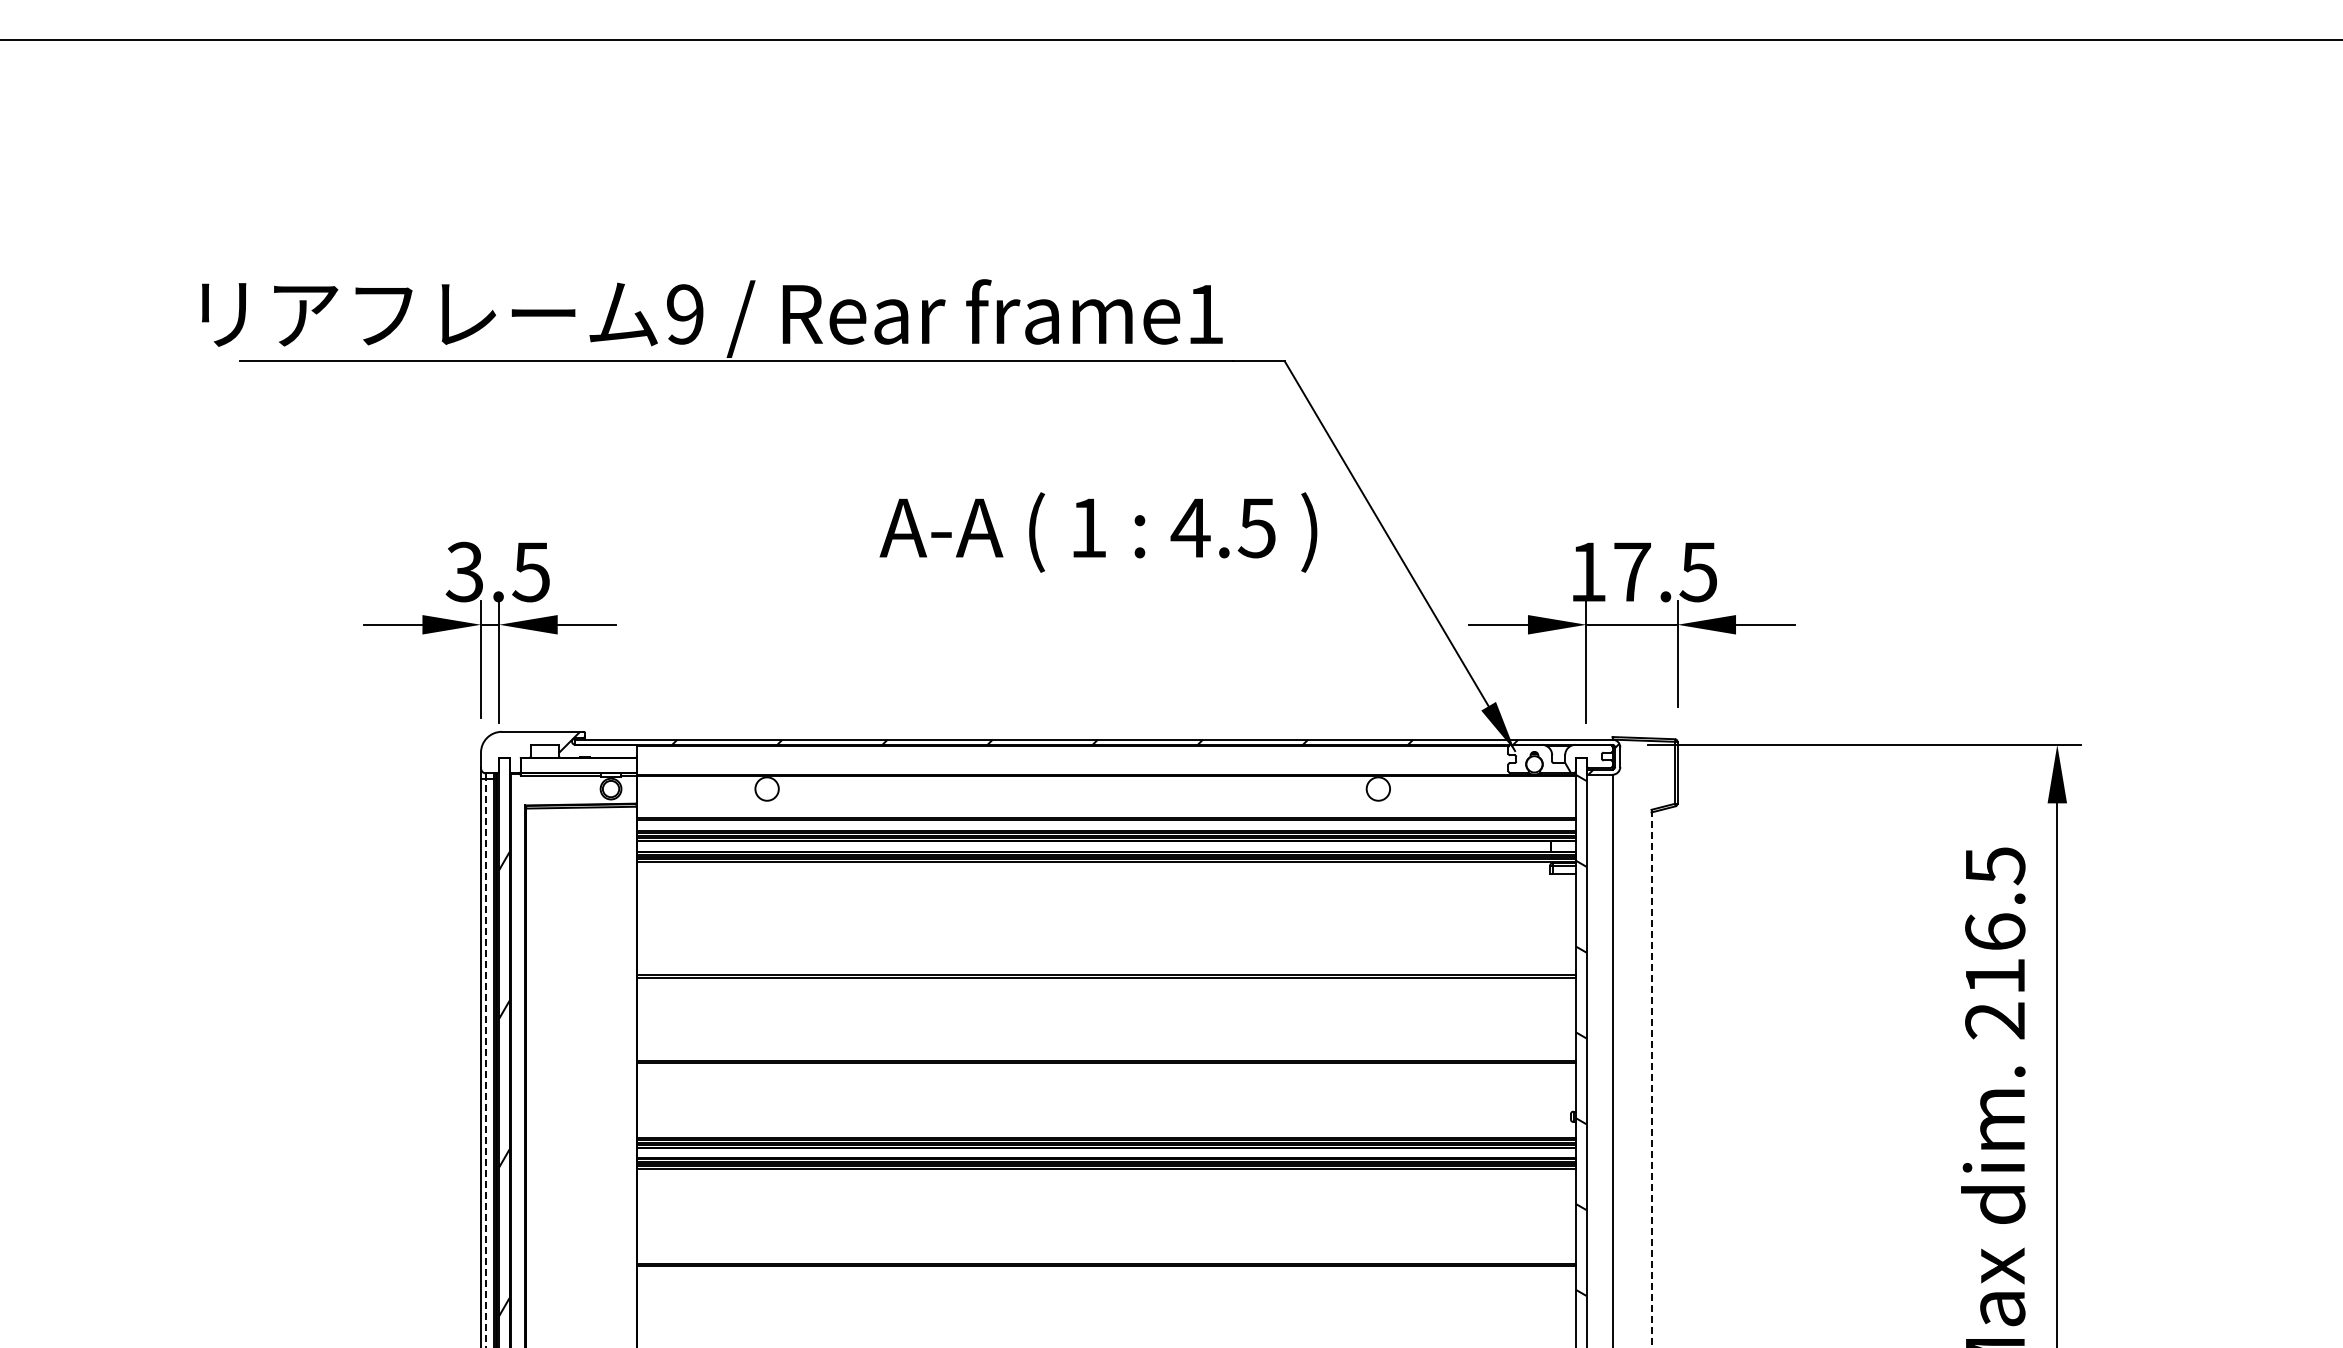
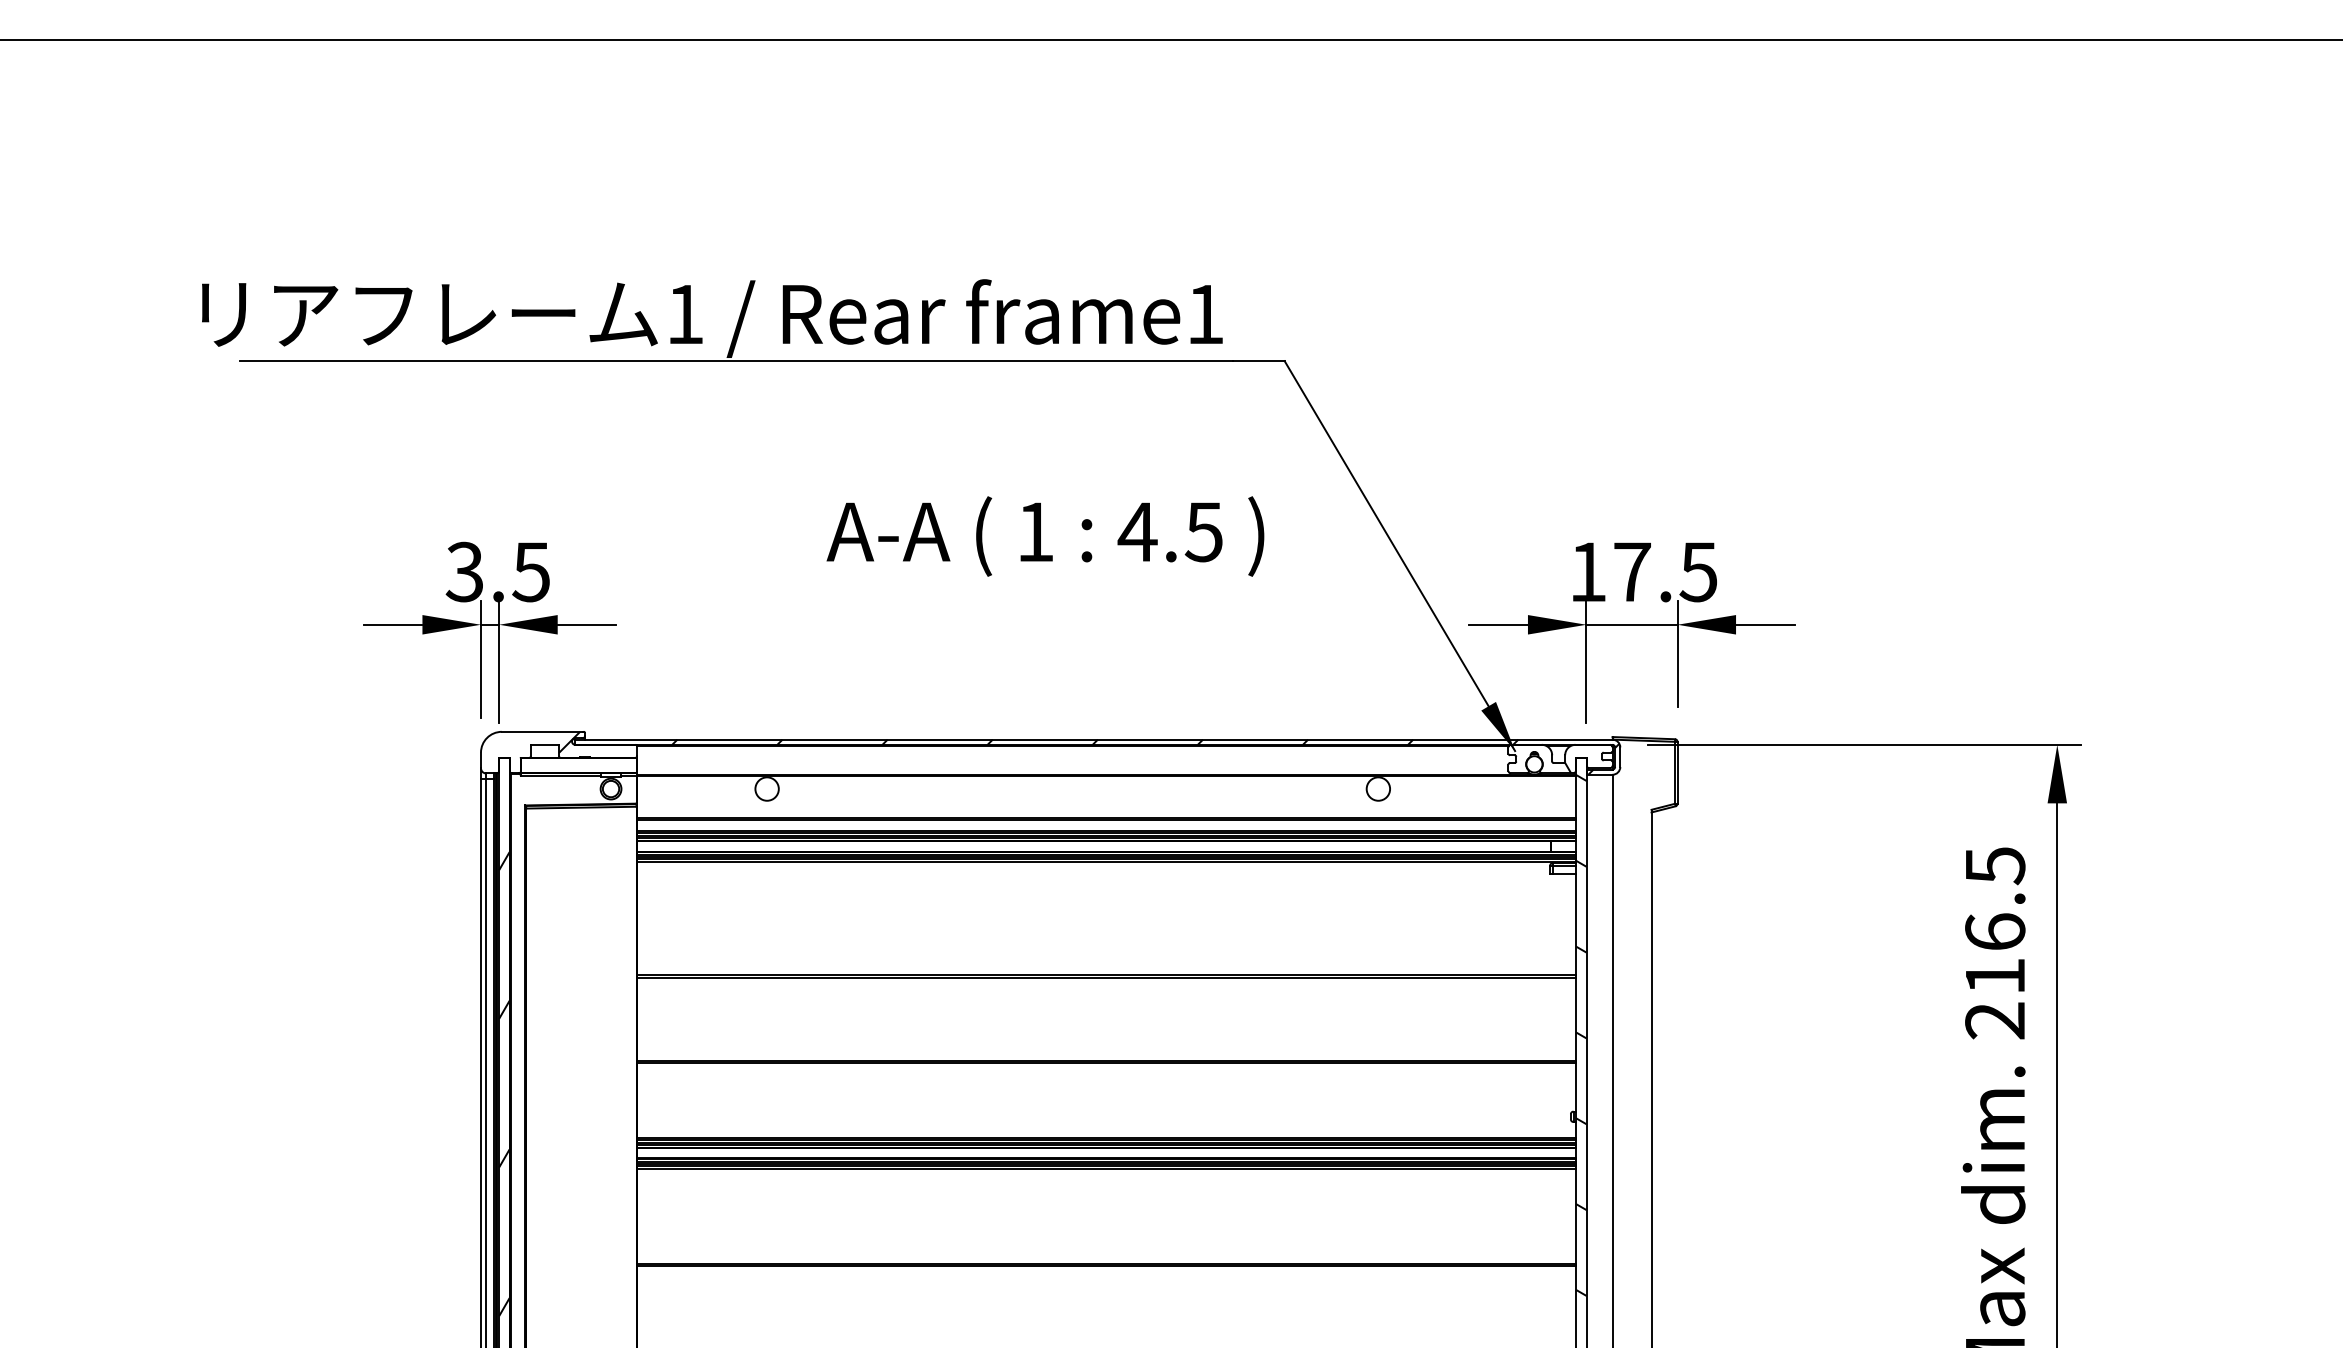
text at (685, 314): 9 -> 1
text at (1098, 532) position: (1098, 532) -> (1045, 536)
line at (486, 1062): dashed -> solid
line at (1651, 1078): dashed -> solid
